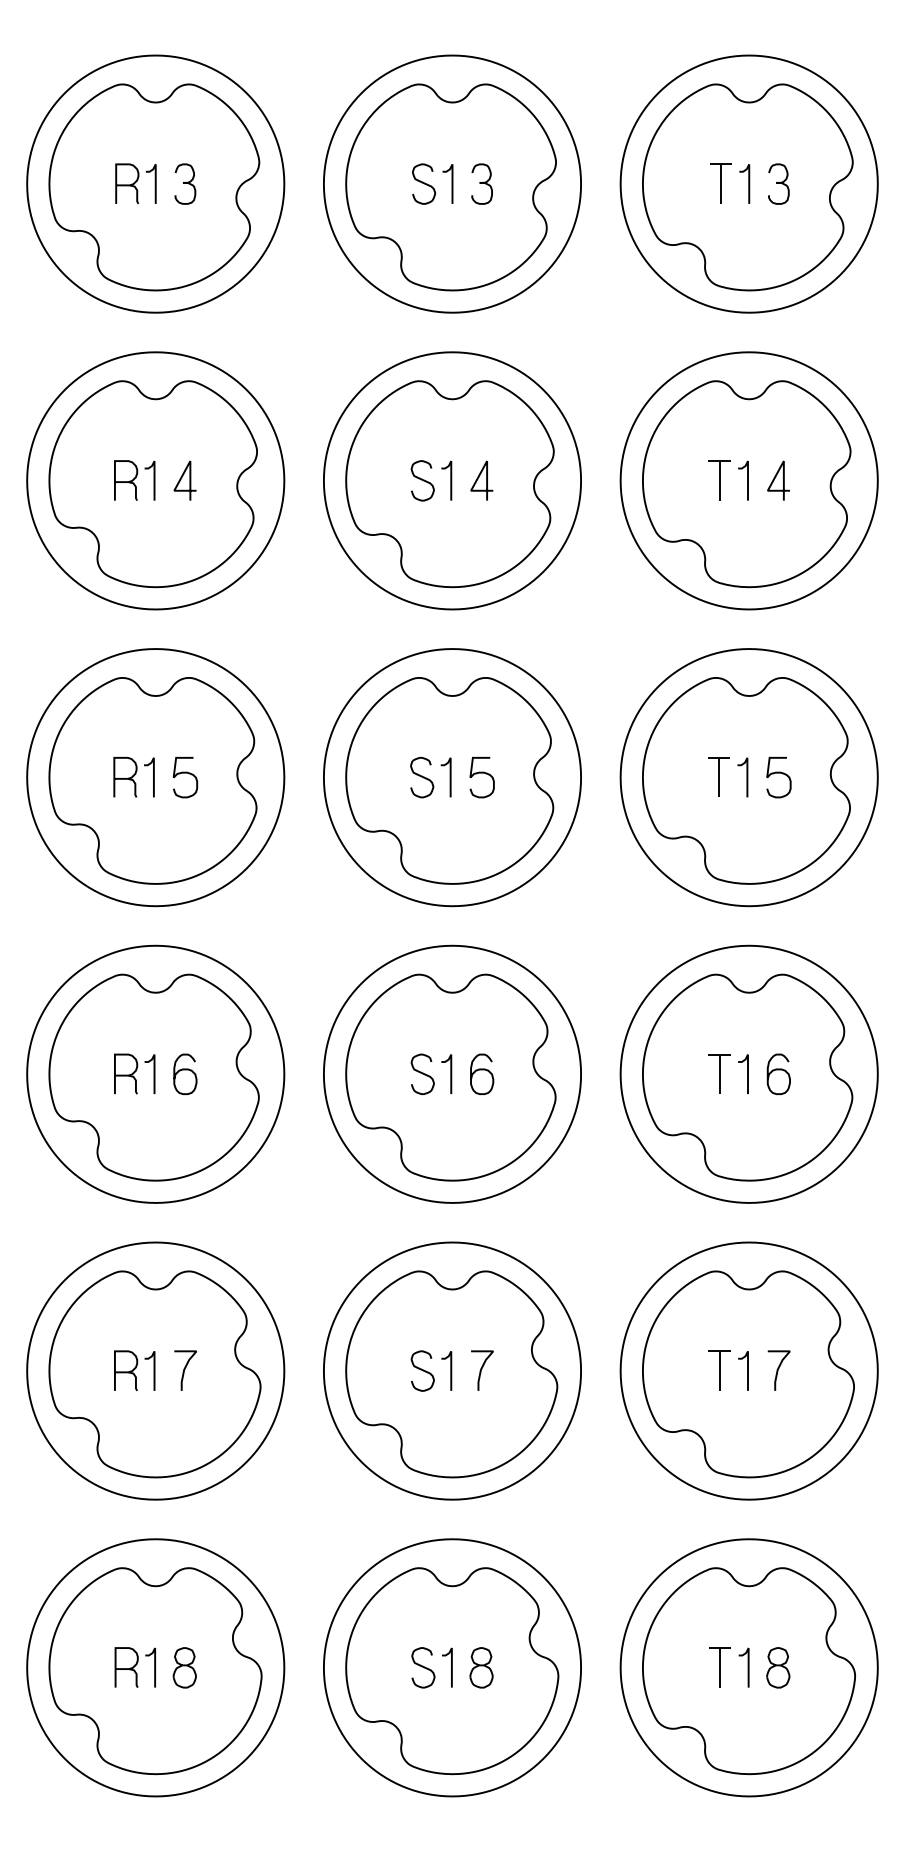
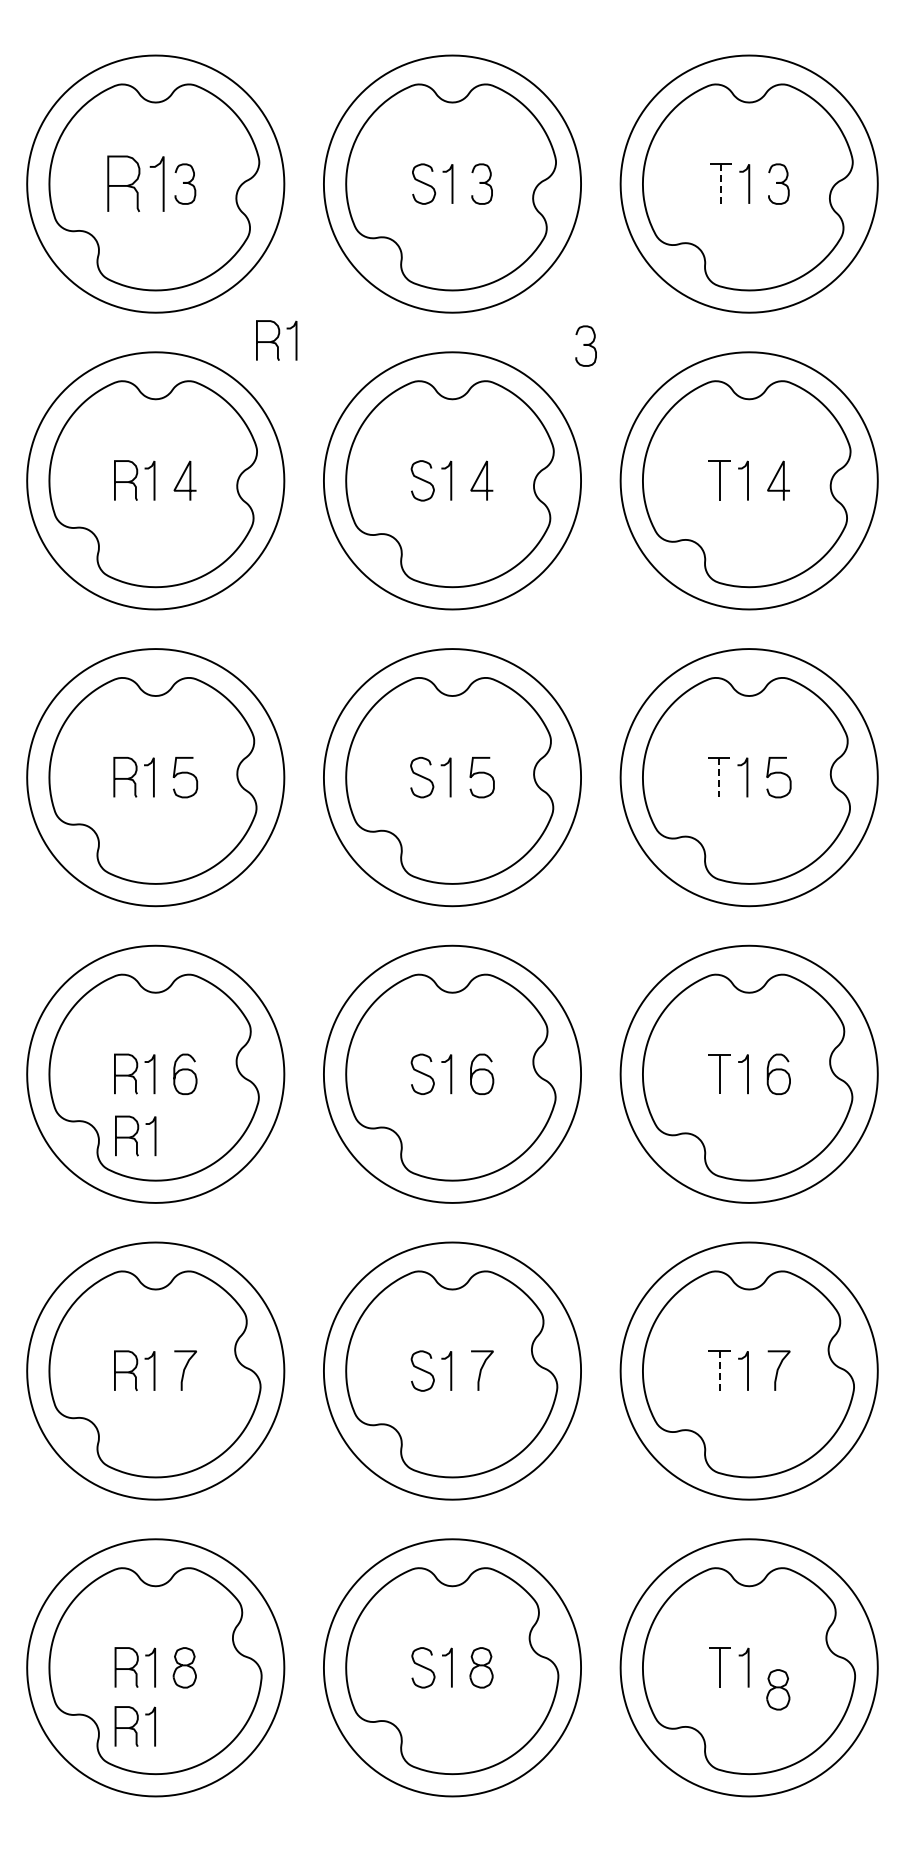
part at (135, 183) size: 42x42 px -> 58x58 px
line at (720, 184): solid -> dashed
part at (276, 340): none -> present
curve at (585, 345): none -> present
line at (718, 777): solid -> dashed
part at (135, 1135): none -> present
line at (719, 1371): solid -> dashed
part at (778, 1667) position: (778, 1667) -> (778, 1689)
part at (134, 1726): none -> present
